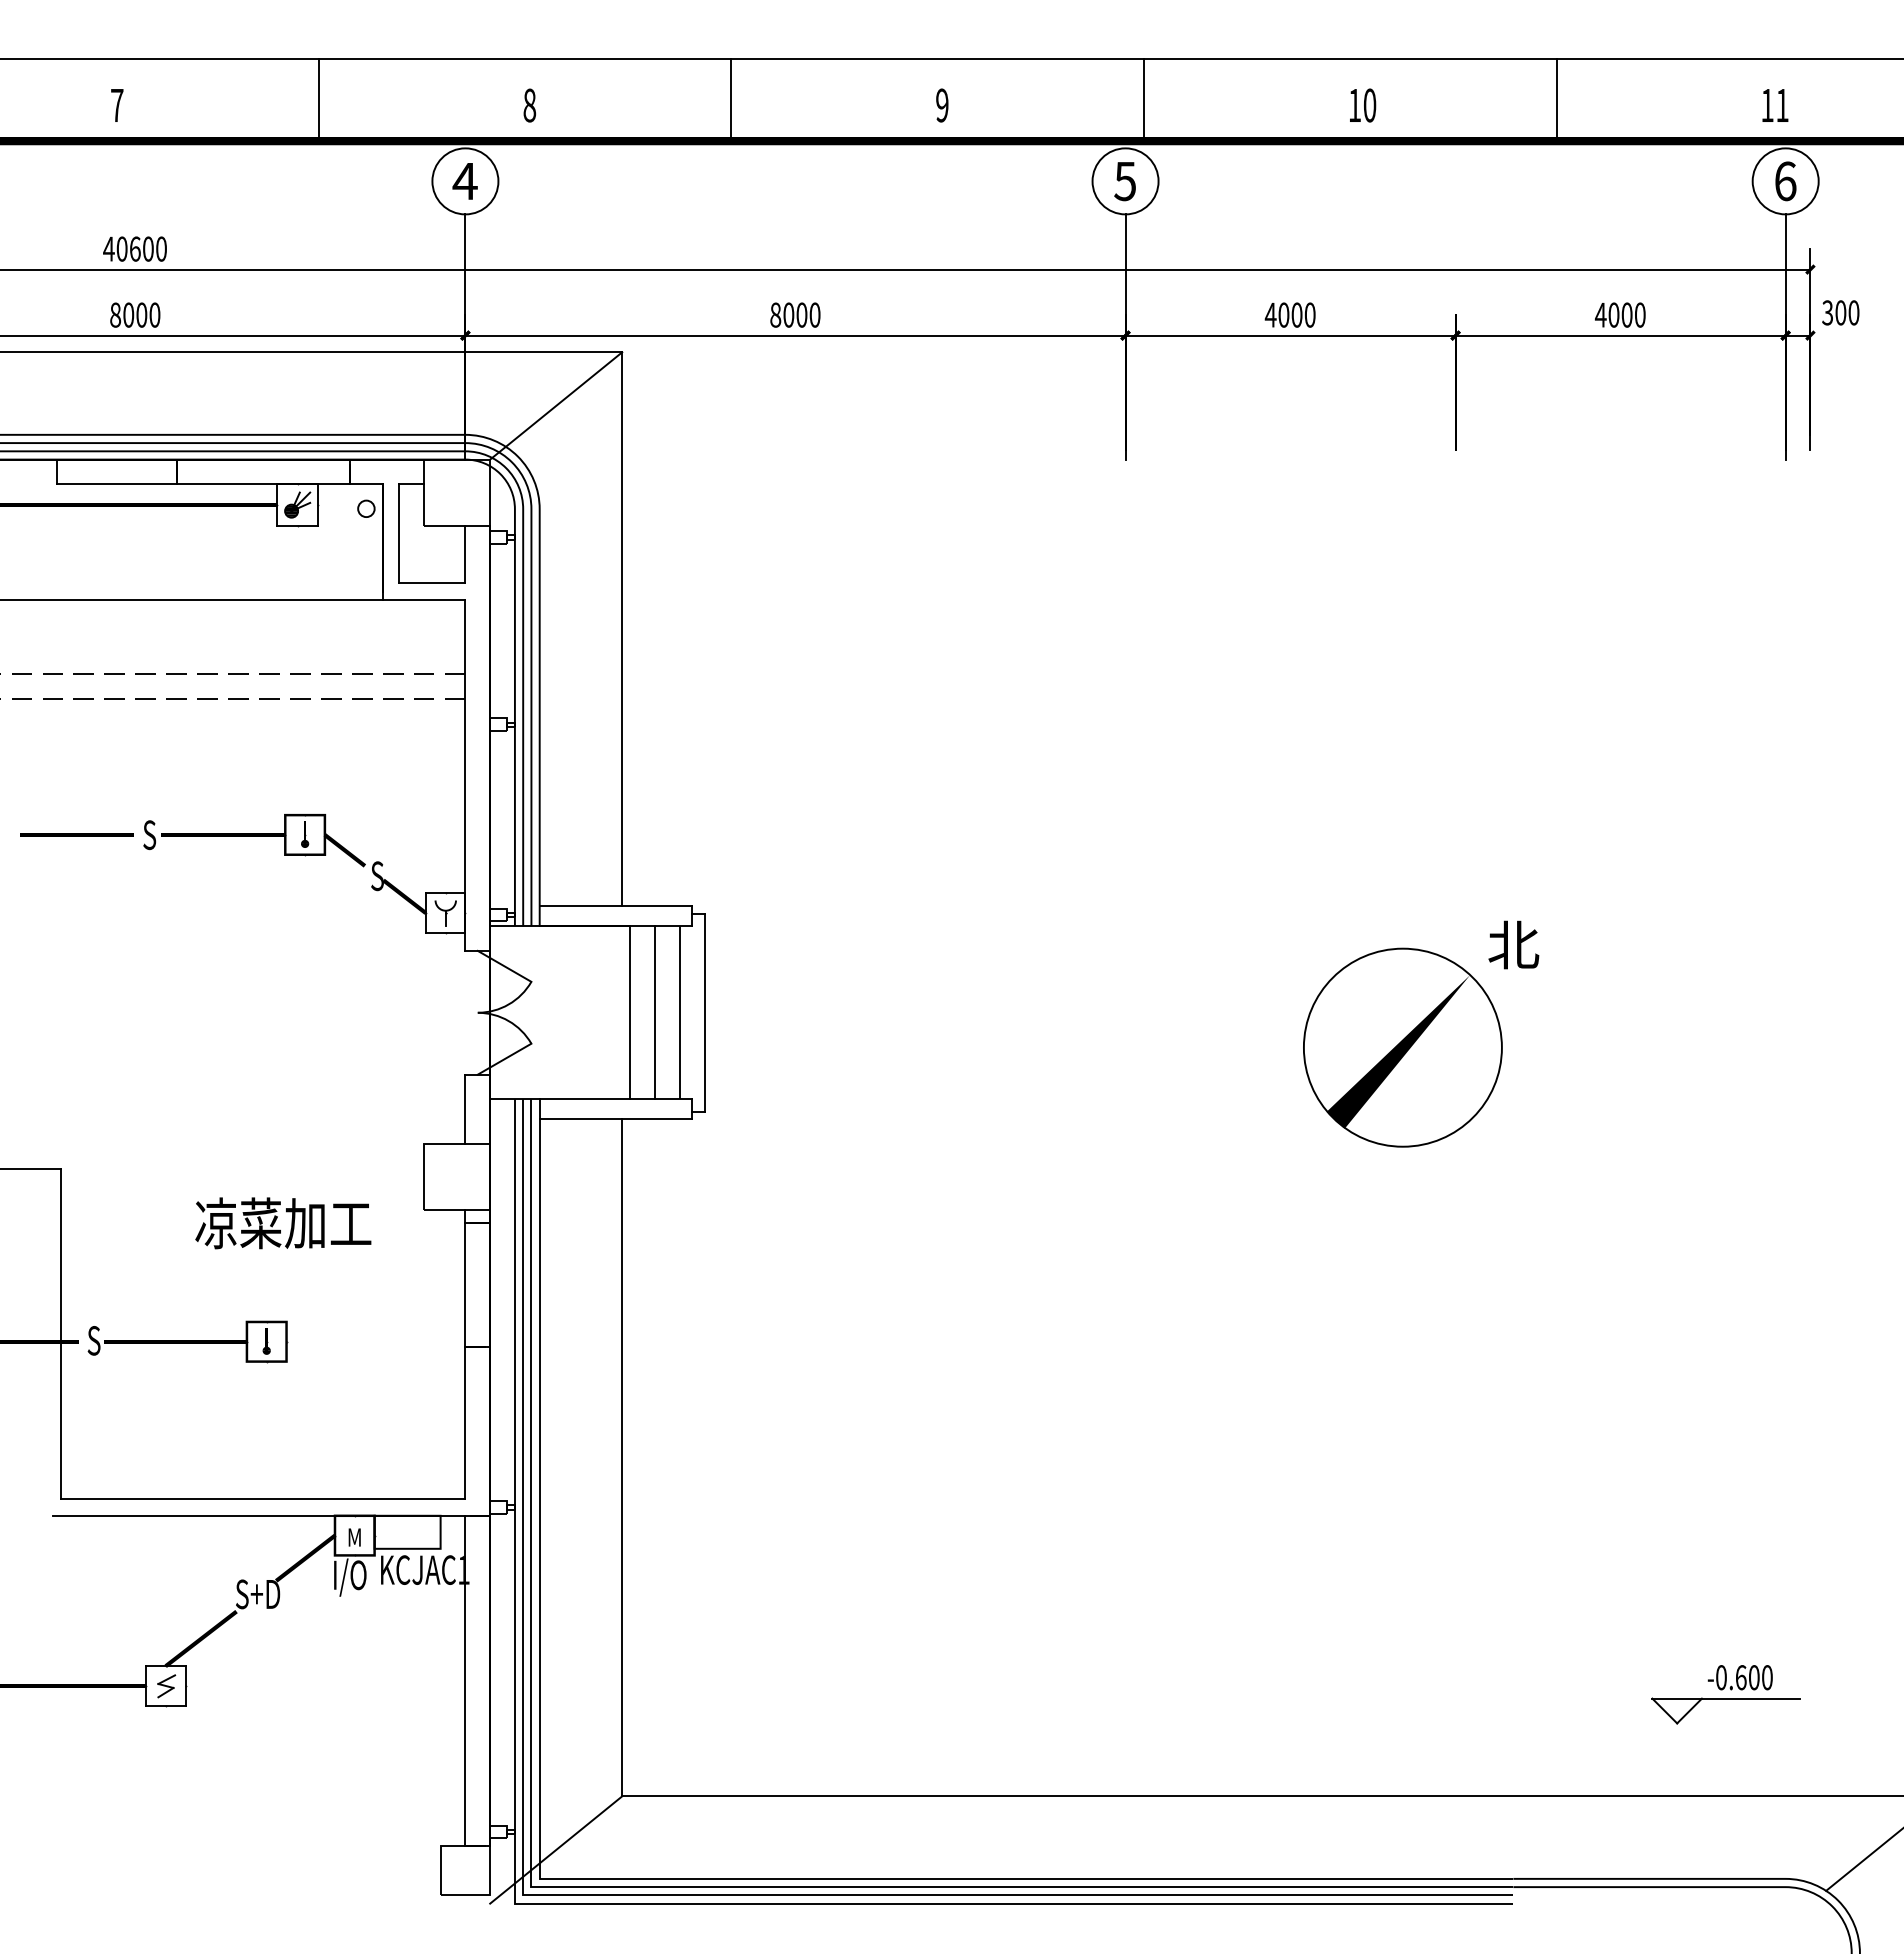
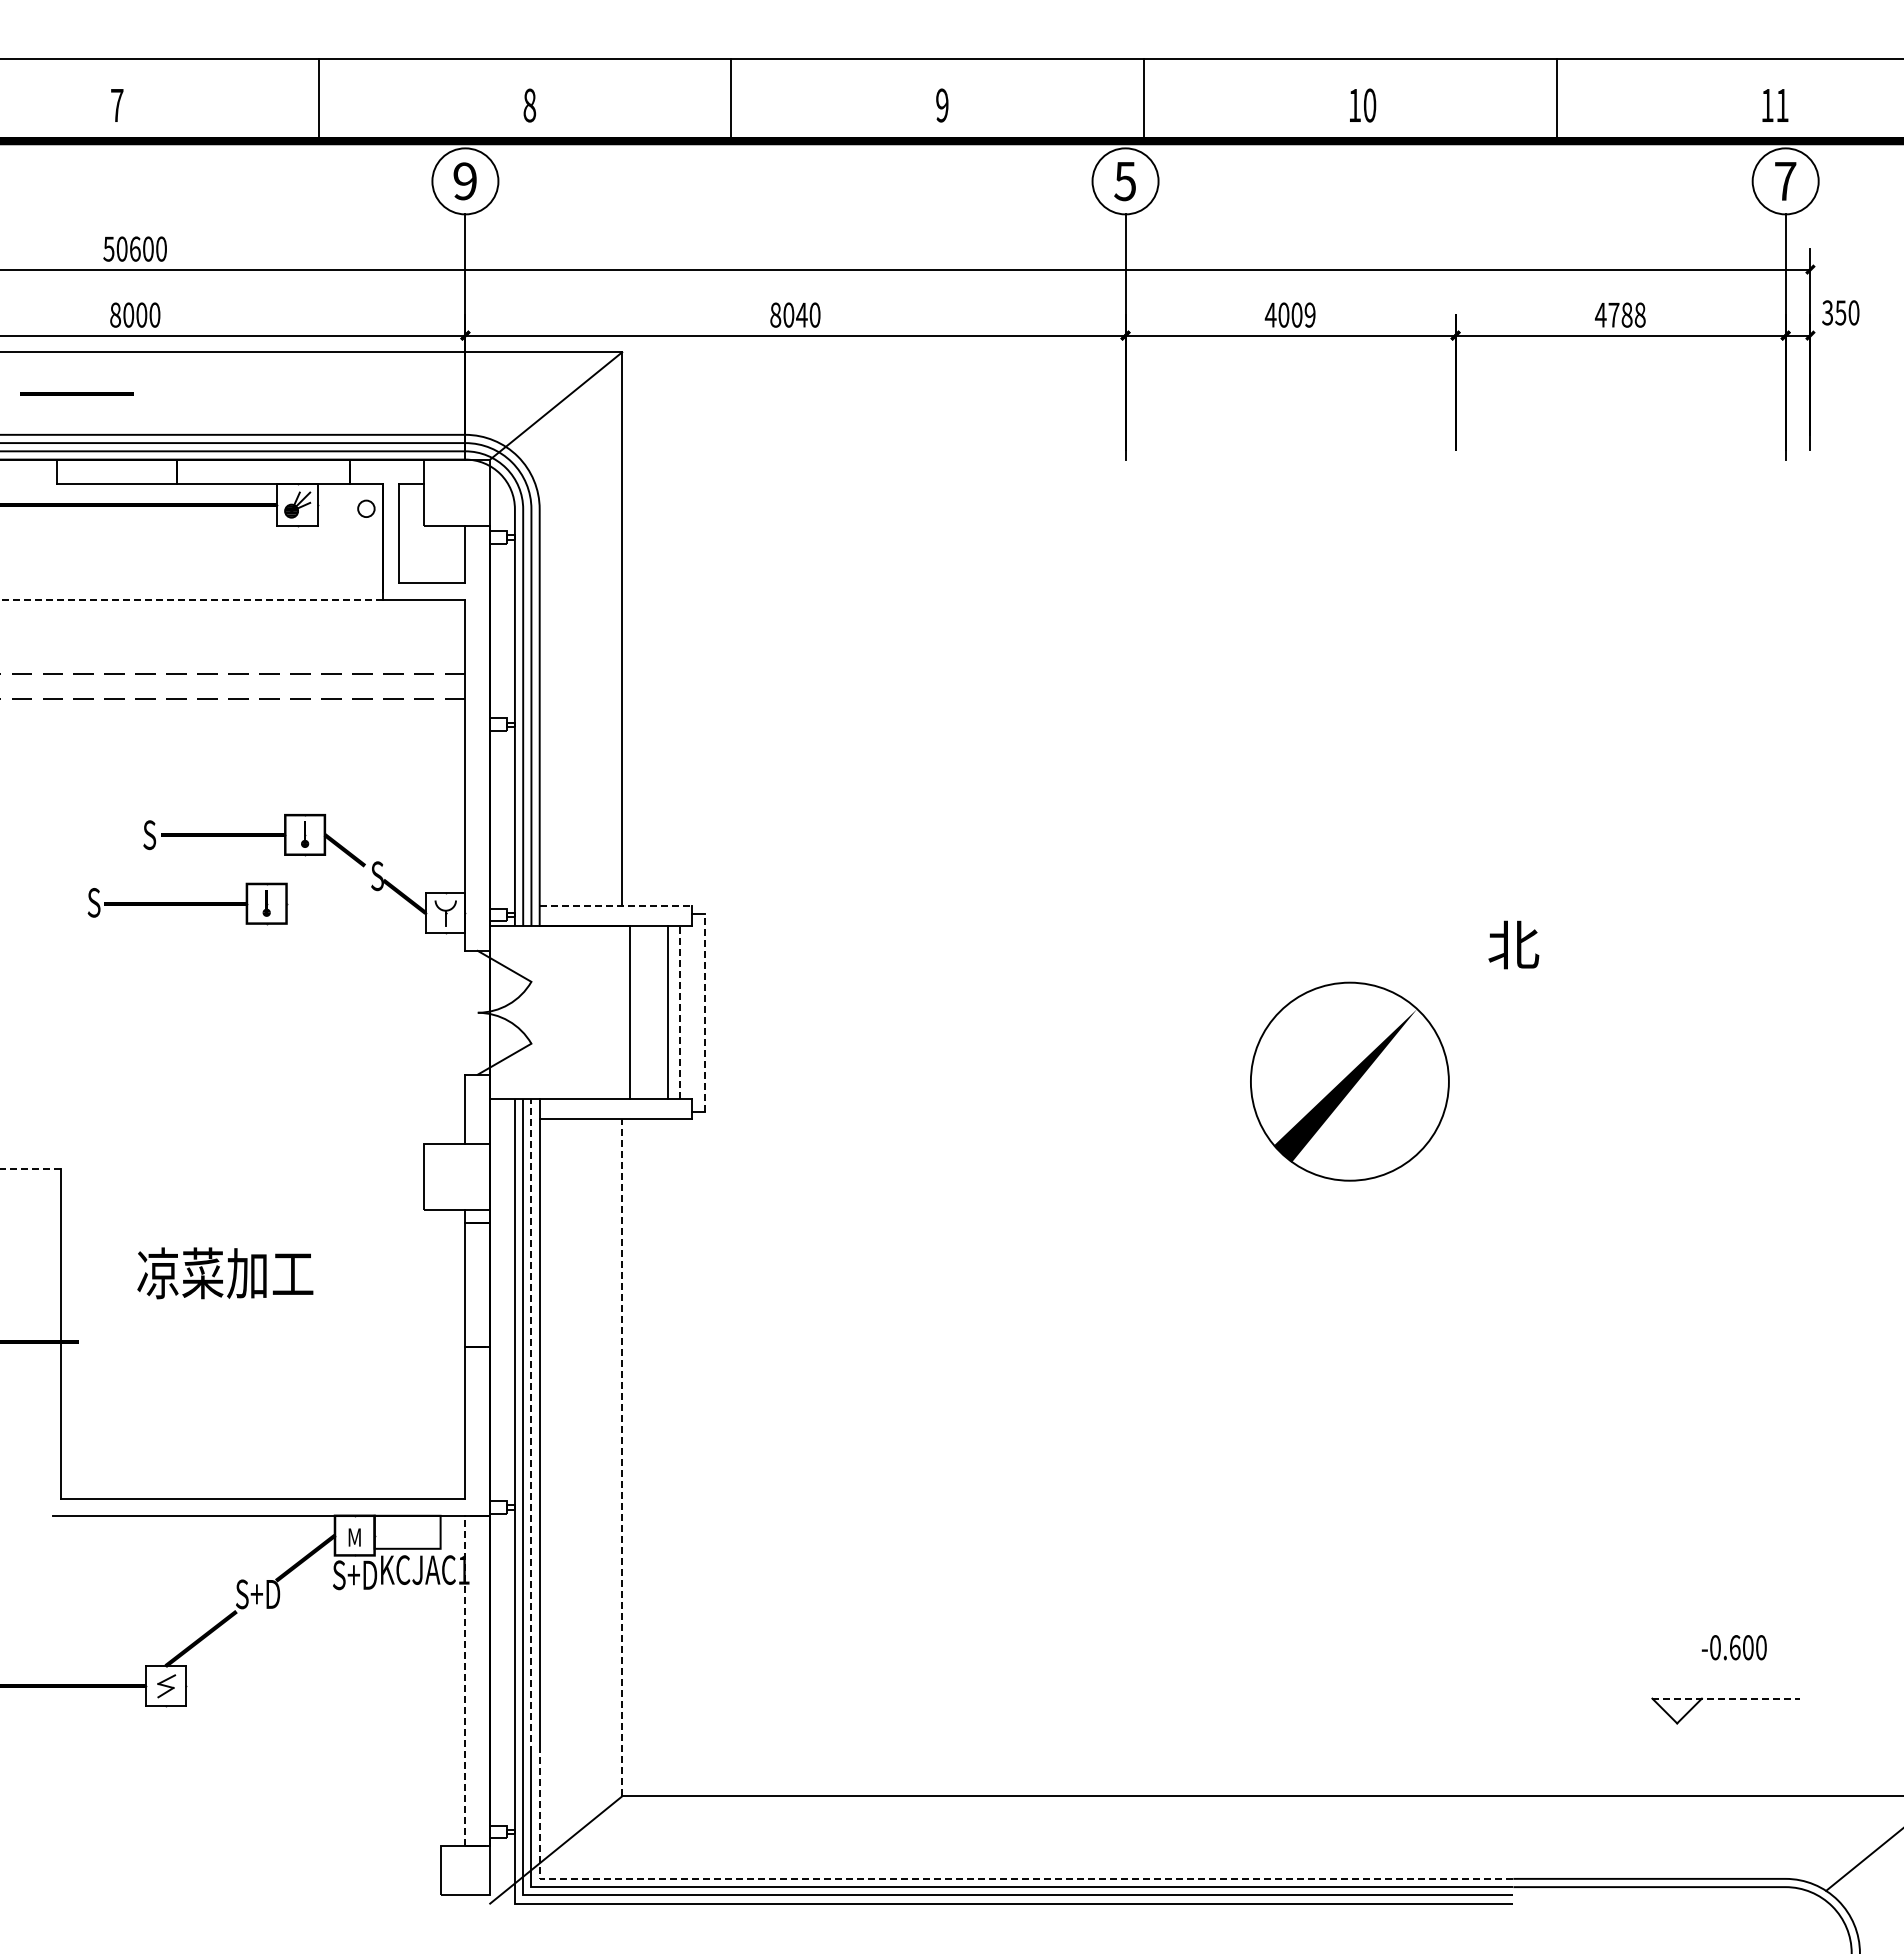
text at (464, 181): 4 -> 9
text at (1785, 181): 6 -> 7
text at (108, 248): 40600 -> 50600
text at (1840, 312): 300 -> 350
text at (801, 314): 8000 -> 8040
text at (1309, 314): 4000 -> 4009
text at (1626, 314): 4000 -> 4788
line at (191, 599): solid -> dashed
line at (76, 834) position: (76, 834) -> (76, 393)
line at (616, 906): solid -> dashed
line at (655, 1012) position: (655, 1012) -> (668, 1012)
line at (679, 1012): solid -> dashed
line at (704, 1012): solid -> dashed
part at (1402, 1047) position: (1402, 1047) -> (1349, 1081)
line at (30, 1169): solid -> dashed
text at (283, 1223) position: (283, 1223) -> (225, 1273)
part at (187, 1341) position: (187, 1341) -> (187, 903)
line at (531, 1426): solid -> dashed
line at (622, 1457): solid -> dashed
text at (355, 1577): I/O -> S+D
text at (1739, 1677) position: (1739, 1677) -> (1733, 1647)
line at (465, 1680): solid -> dashed
line at (1726, 1698): solid -> dashed
line at (962, 1878): solid -> dashed
